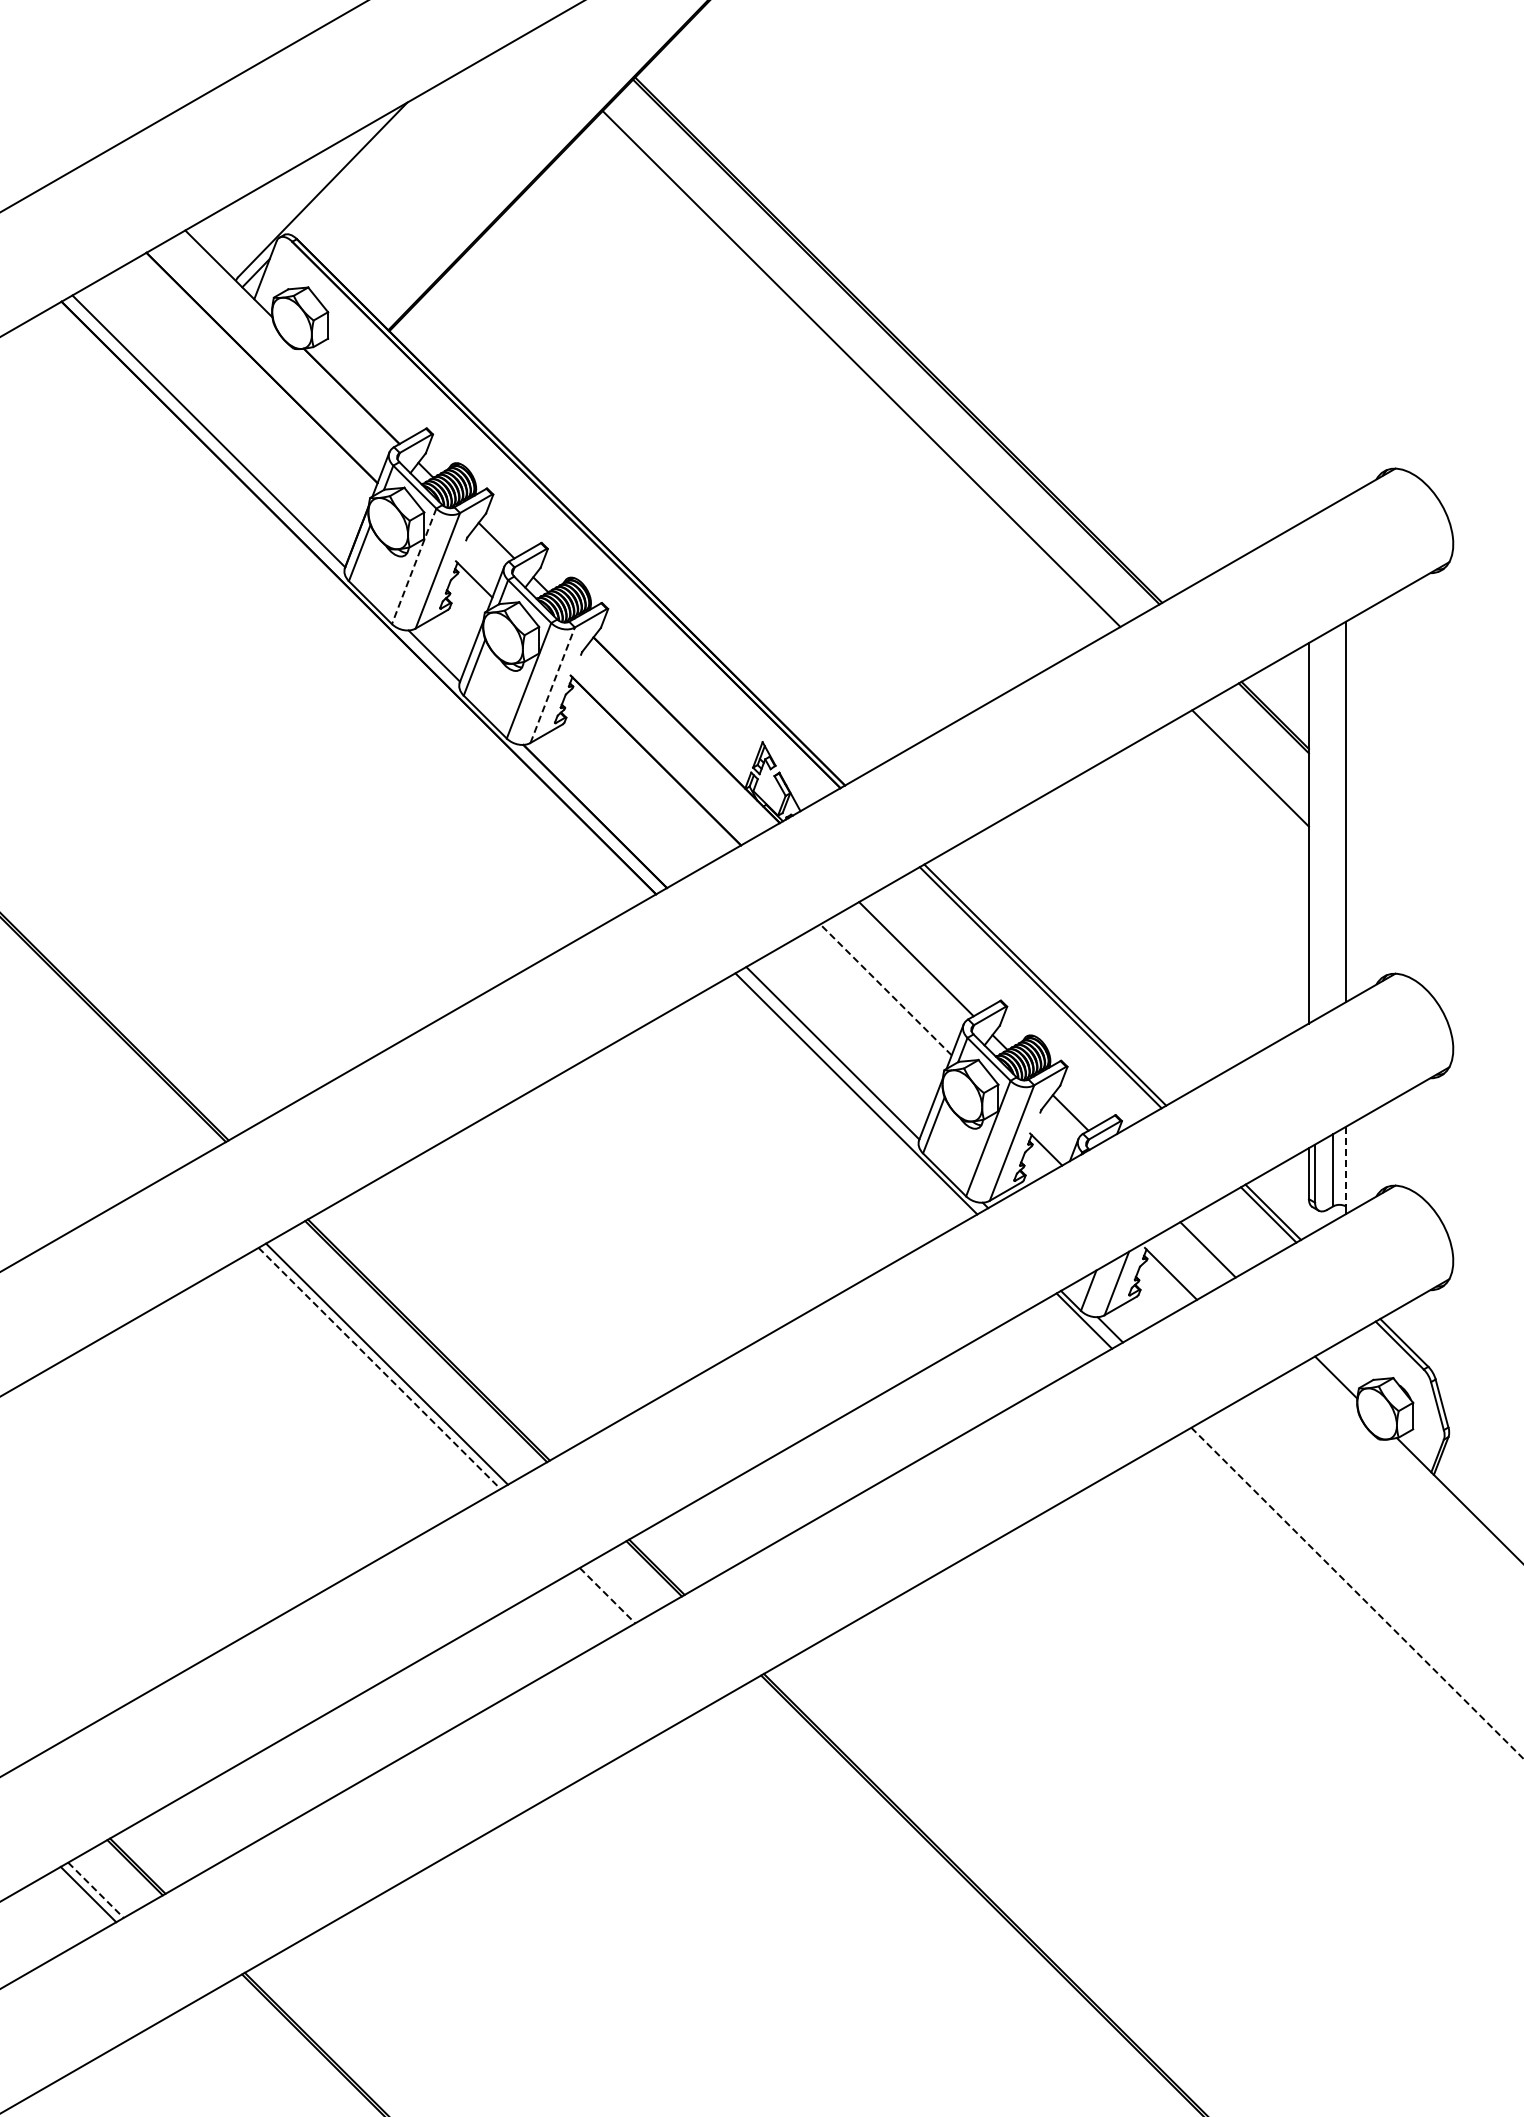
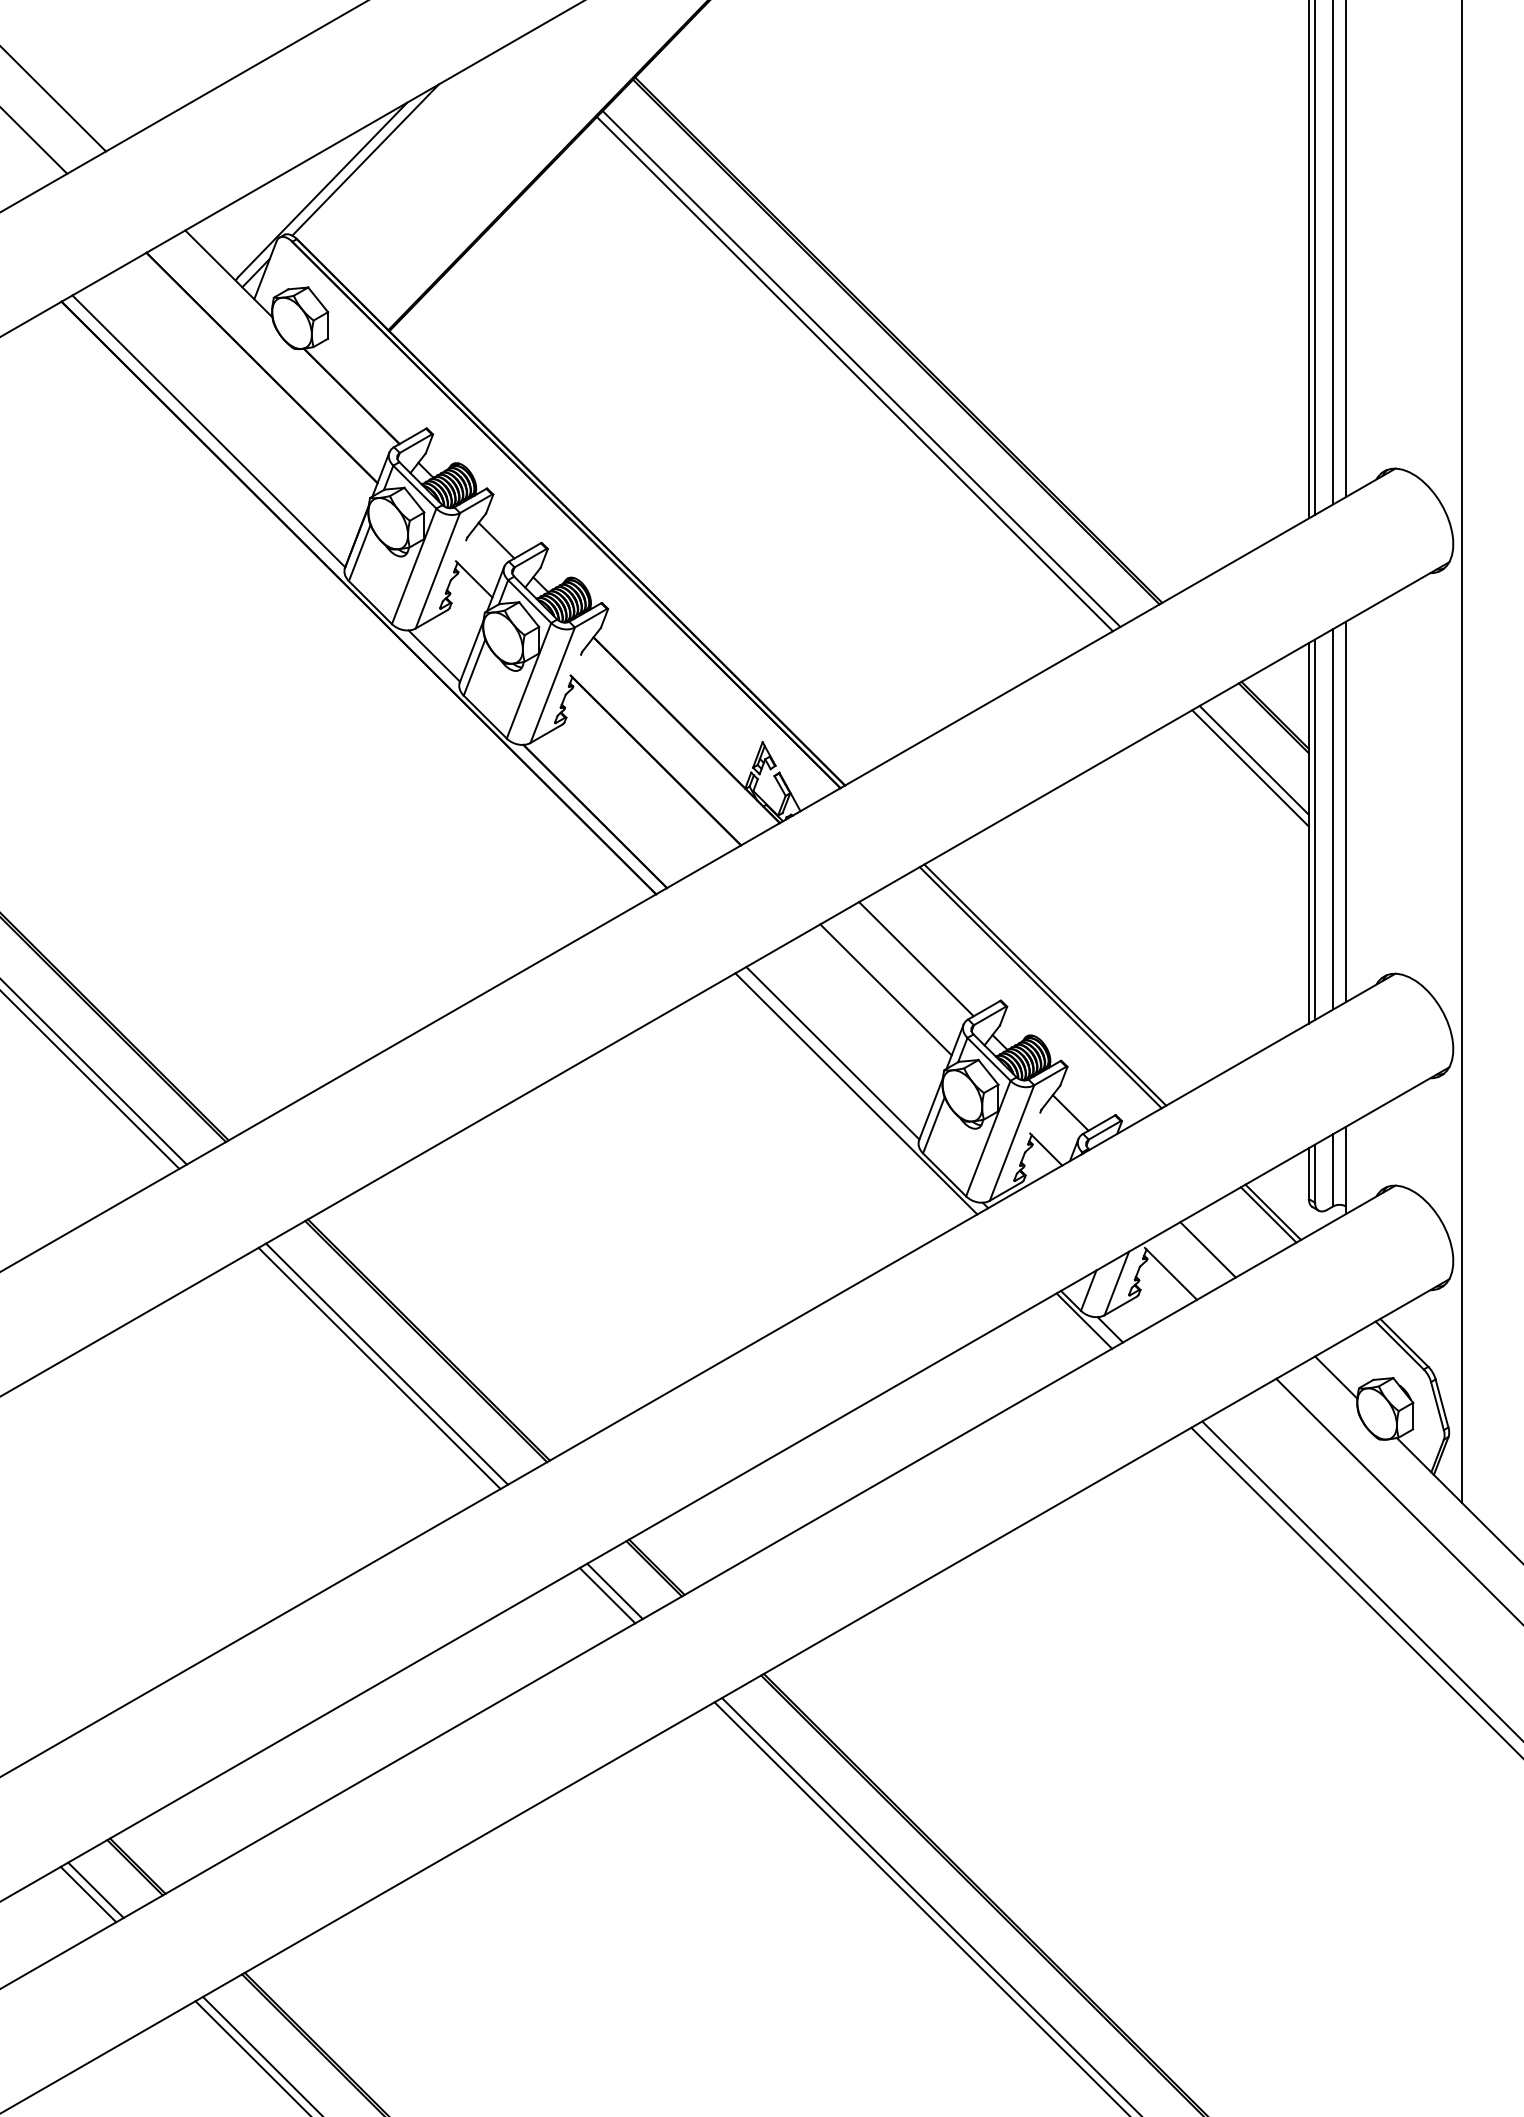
line at (54, 99): none -> present
line at (34, 140): none -> present
line at (365, 159): none -> present
line at (1345, 249): none -> present
line at (1333, 253): none -> present
line at (1315, 258): none -> present
line at (1308, 260): none -> present
line at (854, 374): none -> present
line at (414, 566): dashed -> solid
line at (552, 685): dashed -> solid
line at (1461, 752): none -> present
line at (1253, 760): none -> present
line at (1333, 818): none -> present
line at (1315, 829): none -> present
line at (886, 989): dashed -> solid
line at (94, 1072): none -> present
line at (90, 1080): none -> present
line at (1345, 1166): dashed -> solid
line at (379, 1368): dashed -> solid
line at (1398, 1500): none -> present
line at (1361, 1579): none -> present
line at (614, 1591): none -> present
line at (1357, 1593): dashed -> solid
line at (607, 1596): dashed -> solid
line at (96, 1890): dashed -> solid
line at (930, 1905): none -> present
line at (920, 1907): none -> present
line at (260, 2054): none -> present
line at (251, 2057): none -> present
